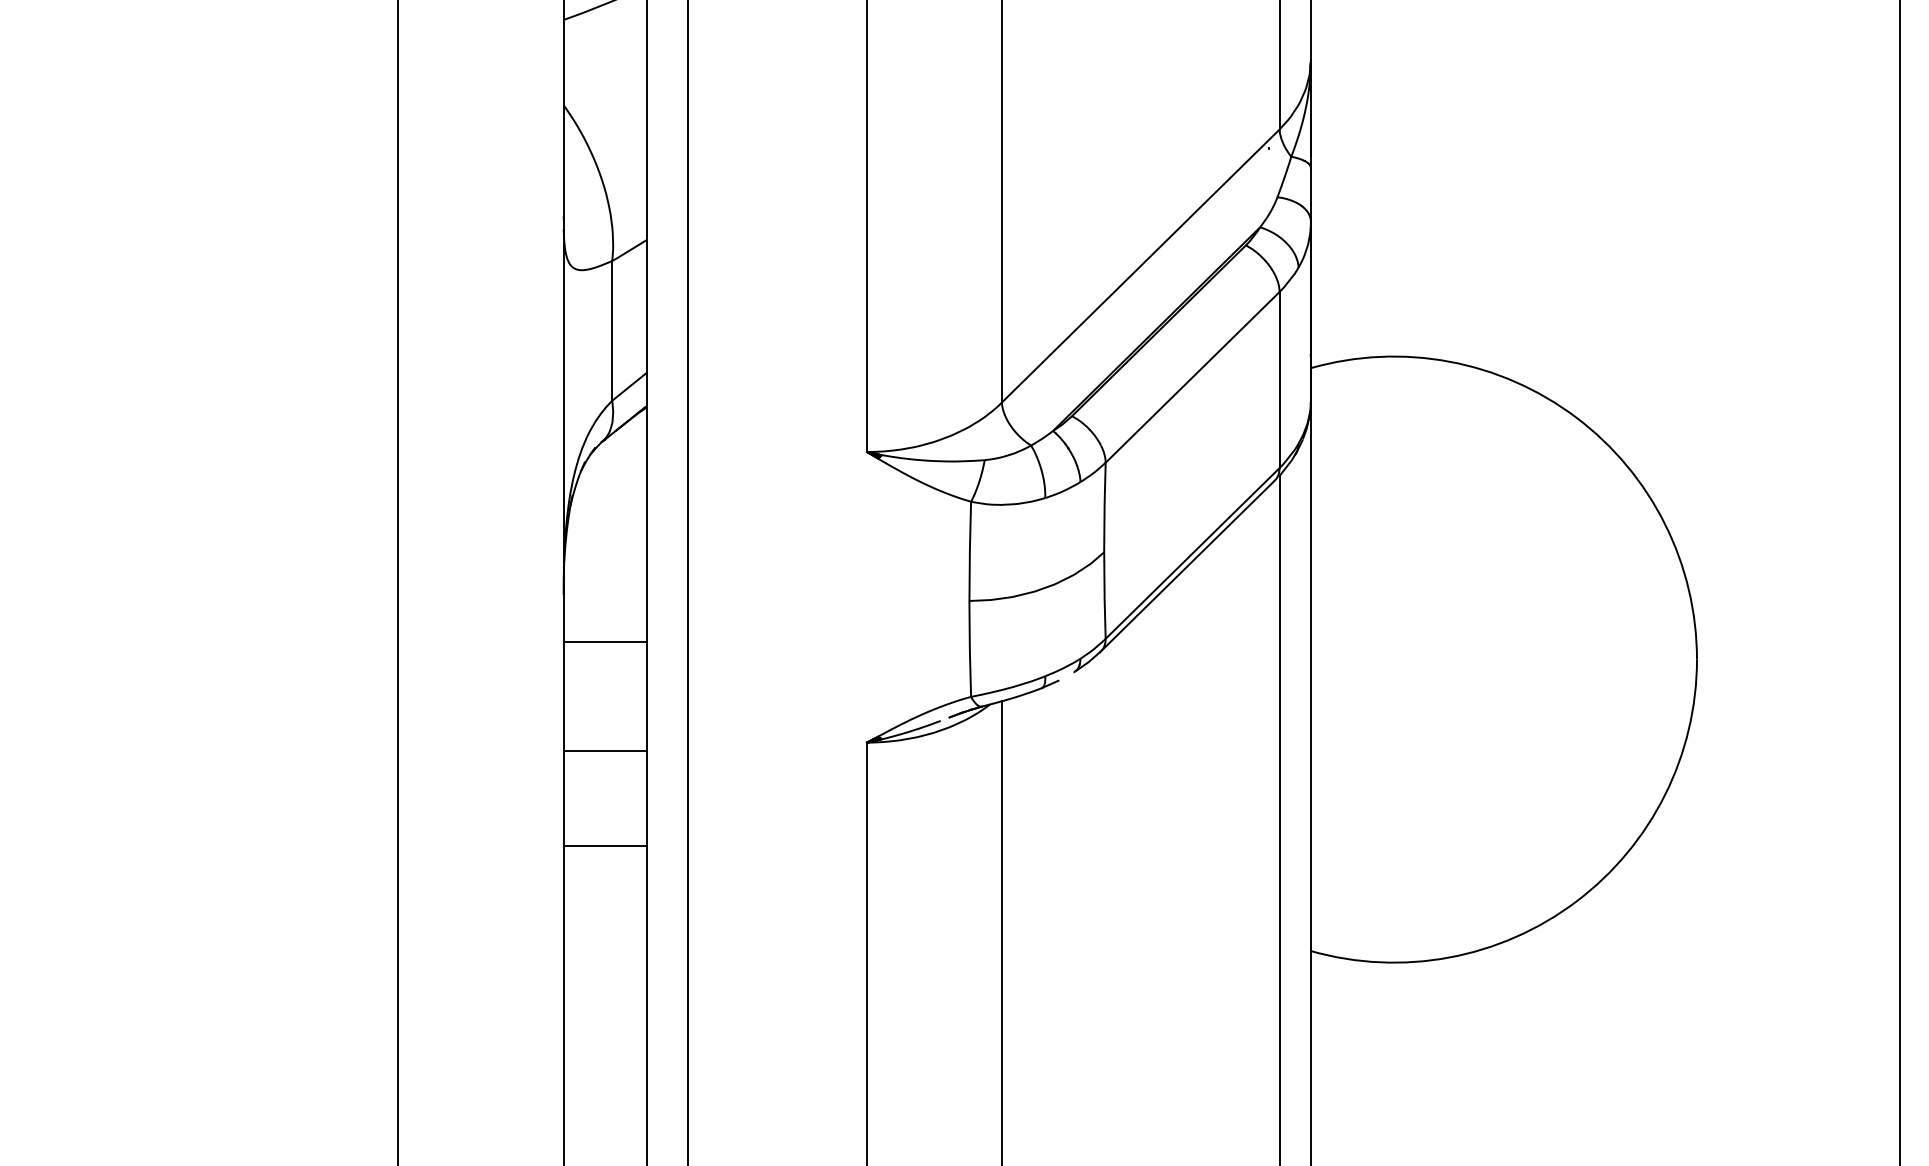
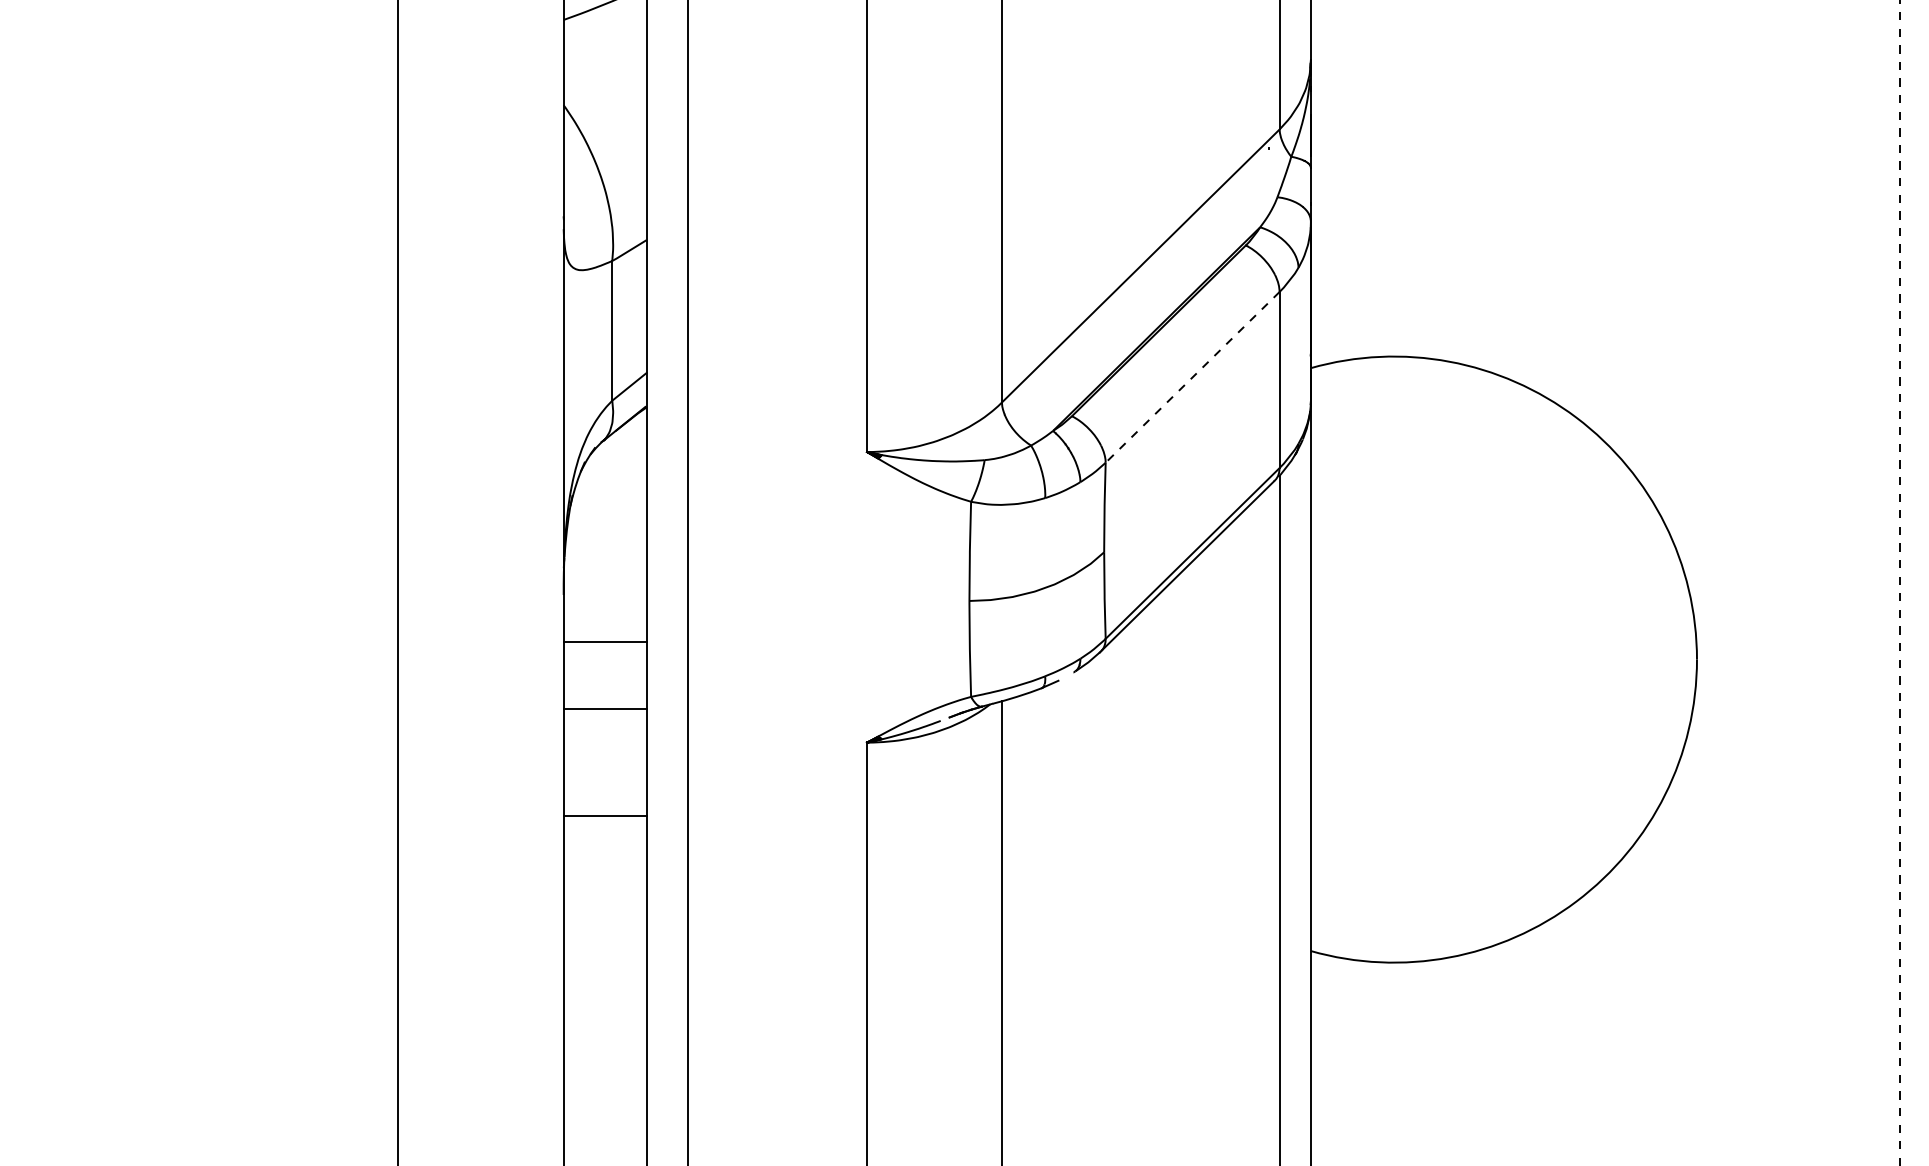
line at (1192, 377): solid -> dashed
line at (1900, 582): solid -> dashed
line at (604, 751) position: (604, 751) -> (604, 709)
line at (604, 845) position: (604, 845) -> (604, 815)
